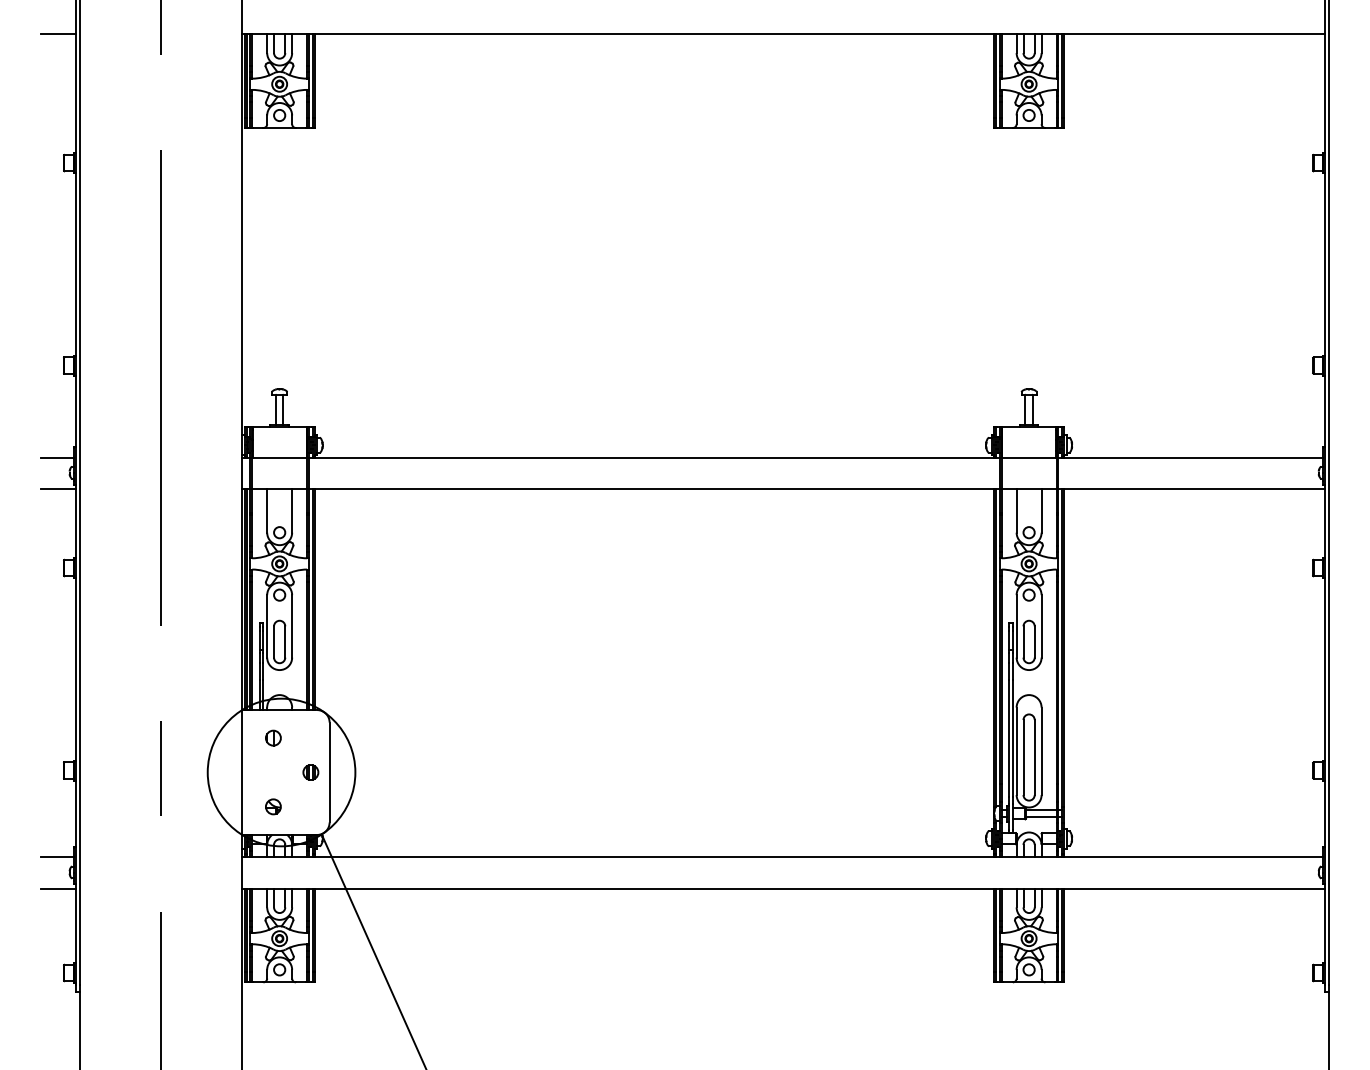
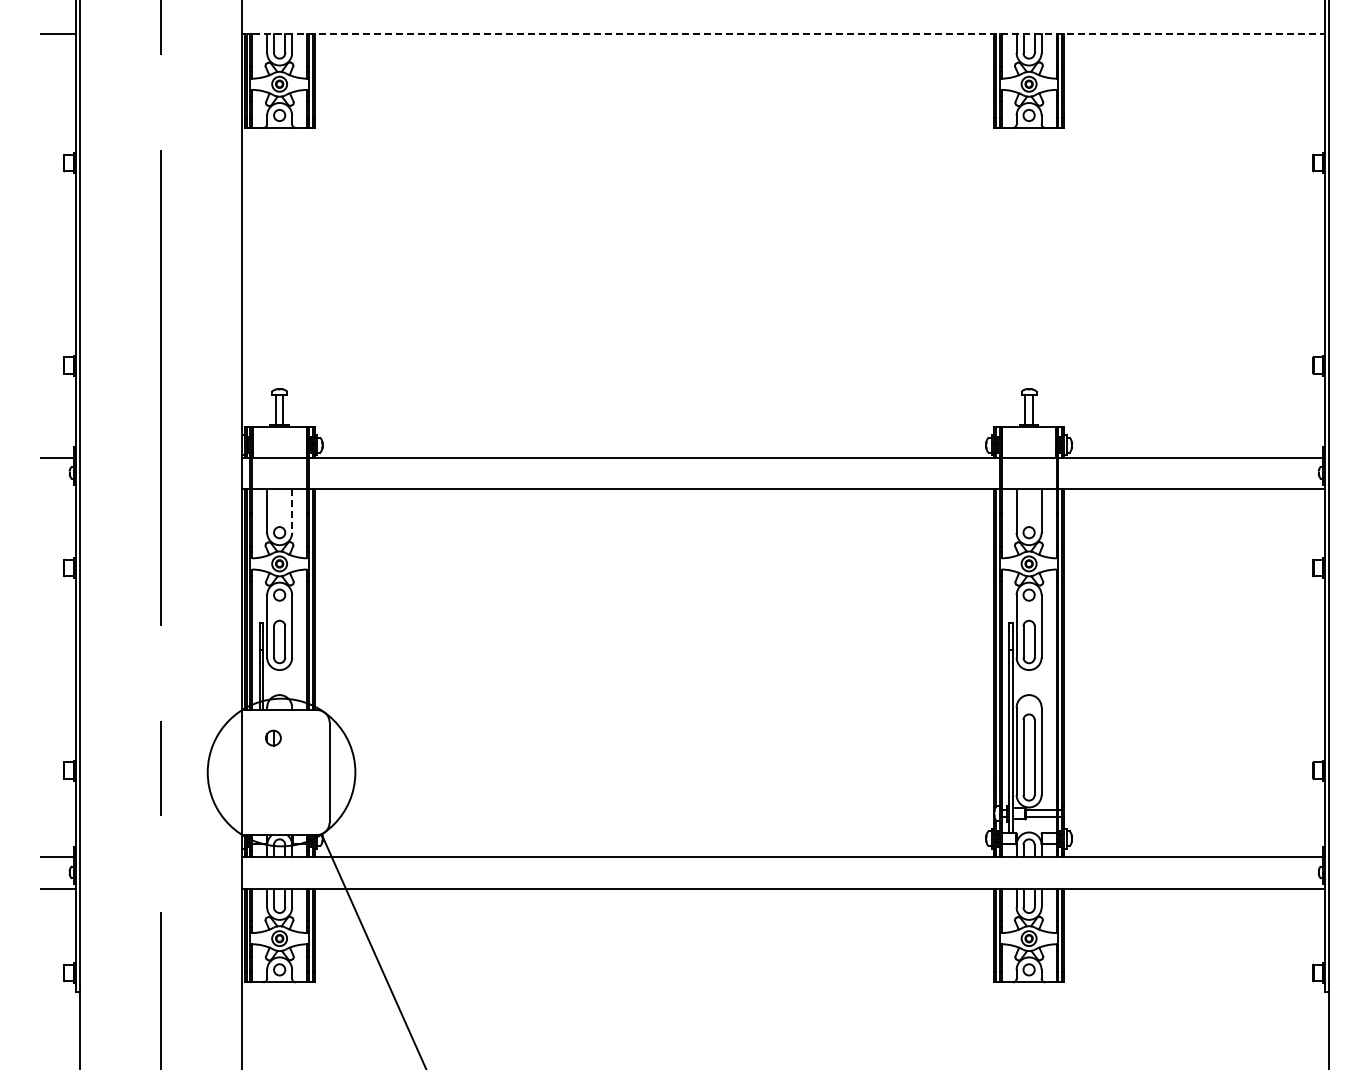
line at (784, 34): solid -> dashed
line at (58, 488): present -> none
line at (292, 510): solid -> dashed
part at (310, 772): present -> none
part at (273, 806): present -> none
